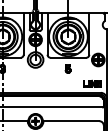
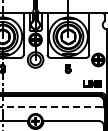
line at (51, 107): solid -> dashed
